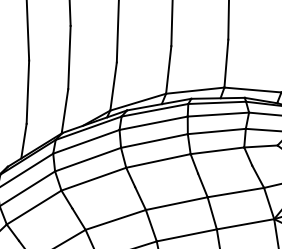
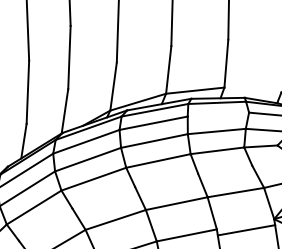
line at (251, 89): present -> none
line at (218, 114): present -> none
line at (245, 224) position: (245, 224) -> (246, 230)
